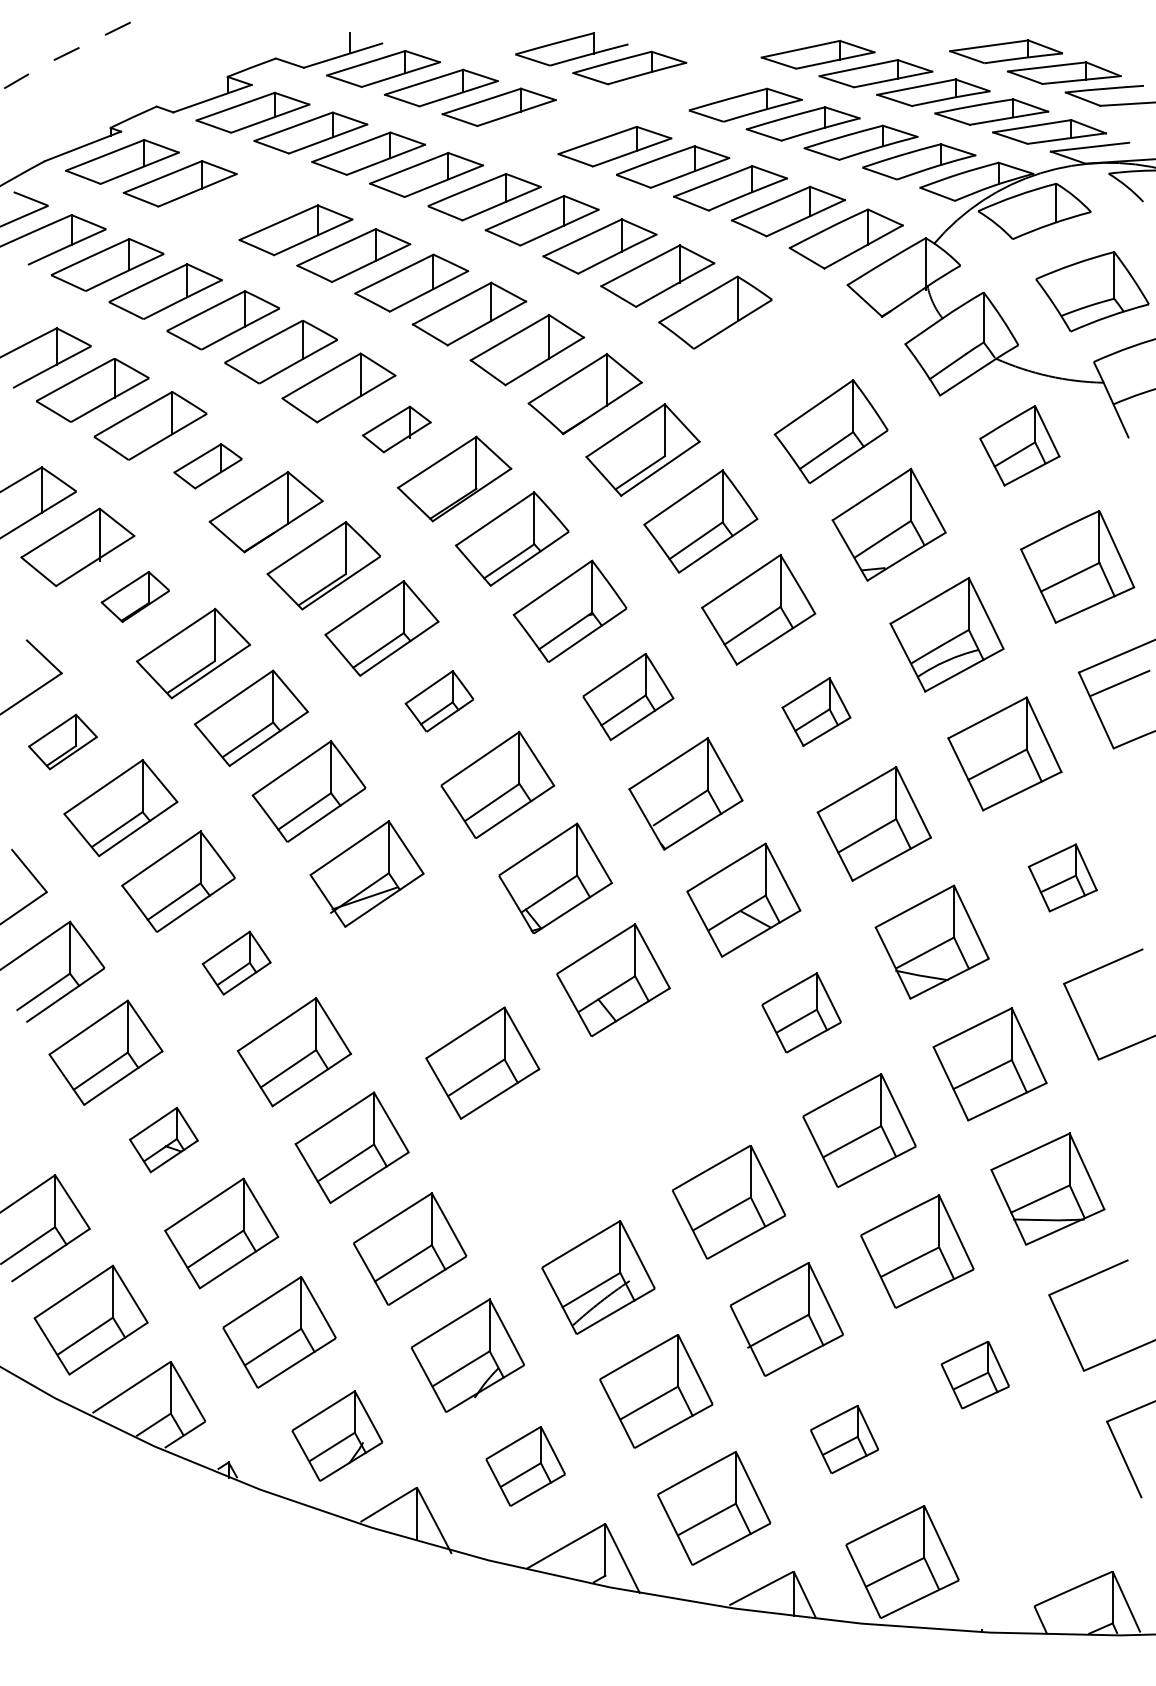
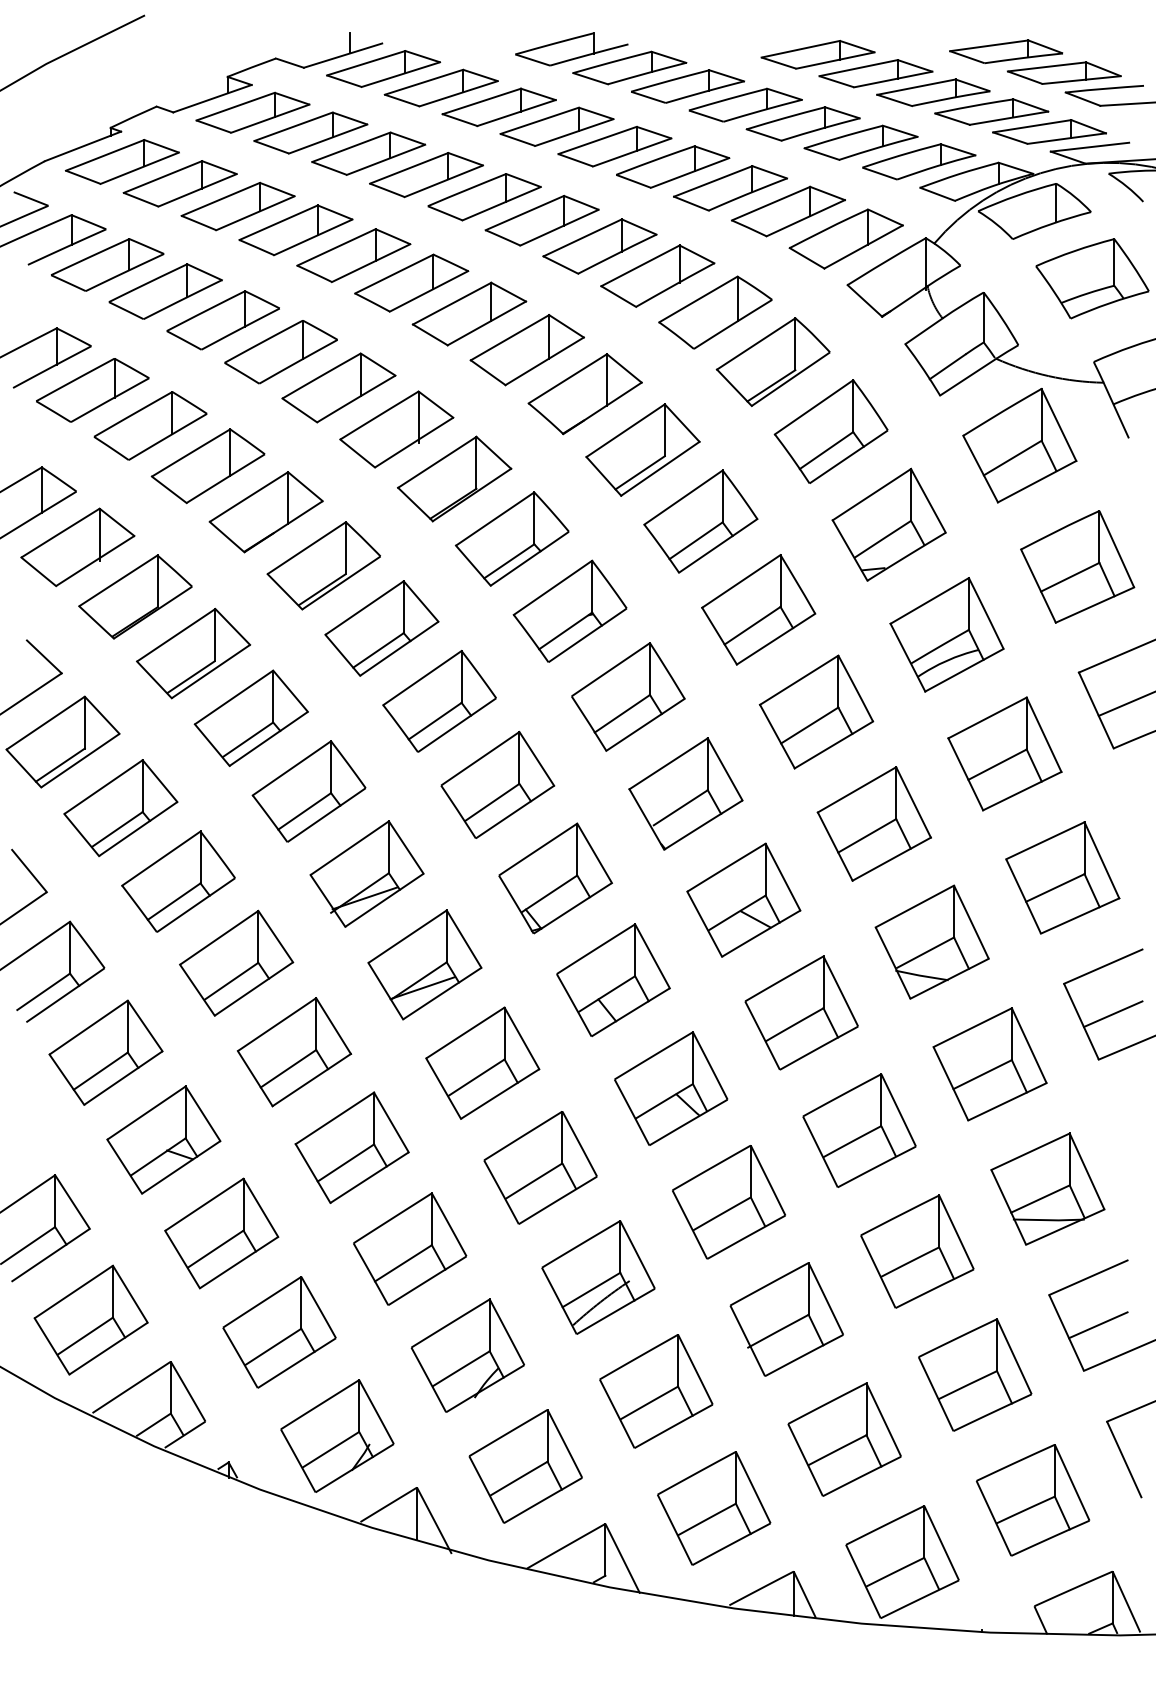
line at (72, 51): dashed -> solid
part at (687, 86): none -> present
part at (556, 126): none -> present
part at (237, 206): none -> present
part at (1092, 291) position: (1092, 291) -> (1092, 278)
part at (772, 361): none -> present
part at (396, 429) size: 71x49 px -> 116x79 px
part at (1019, 445) size: 82x82 px -> 116x116 px
part at (207, 466) size: 70x47 px -> 116x77 px
part at (134, 596) size: 70x52 px -> 115x86 px
line at (1119, 682) position: (1119, 682) -> (1125, 703)
part at (628, 697) size: 93x89 px -> 115x110 px
part at (438, 701) size: 70x63 px -> 115x103 px
part at (816, 711) size: 71x70 px -> 117x116 px
part at (62, 741) size: 70x58 px -> 116x94 px
part at (1062, 877) size: 71x70 px -> 116x114 px
part at (236, 962) size: 71x66 px -> 116x108 px
part at (424, 964): none -> present
part at (801, 1012) size: 81x82 px -> 115x116 px
line at (1112, 1014): none -> present
part at (671, 1088): none -> present
part at (163, 1139) size: 70x68 px -> 116x110 px
part at (540, 1167): none -> present
line at (1098, 1325): none -> present
part at (974, 1375) size: 70x69 px -> 115x114 px
part at (337, 1435) size: 93x92 px -> 115x114 px
part at (844, 1439) size: 70x70 px -> 115x115 px
part at (525, 1466) size: 81x81 px -> 115x115 px
part at (1032, 1500): none -> present
